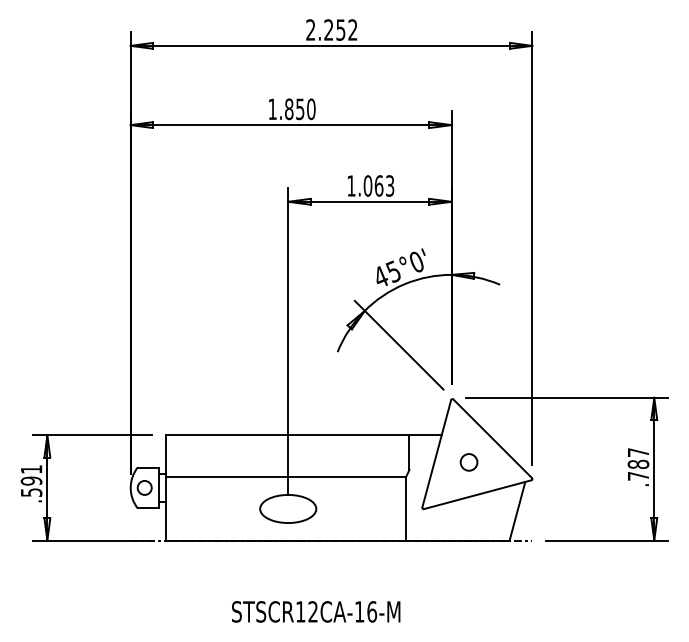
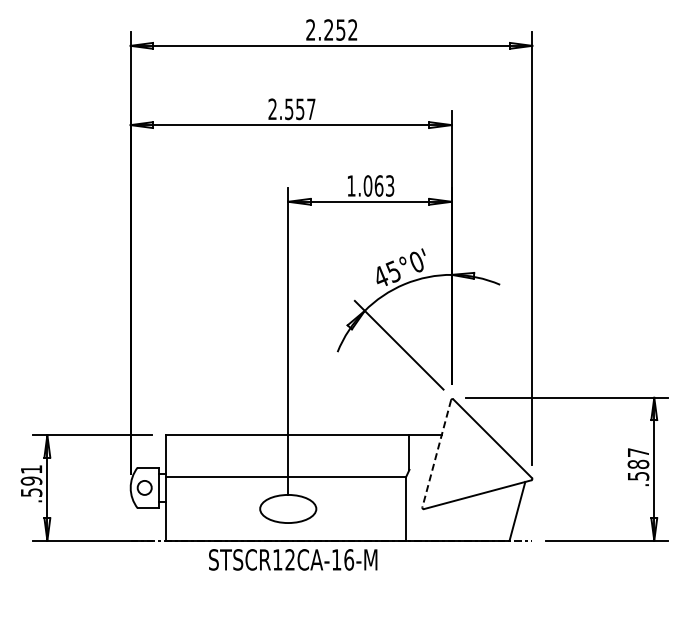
text at (291, 109): 1.850 -> 2.557
line at (436, 454): solid -> dashed
circle at (468, 462): present -> none
text at (638, 476): .787 -> .587
text at (316, 611) position: (316, 611) -> (293, 559)
